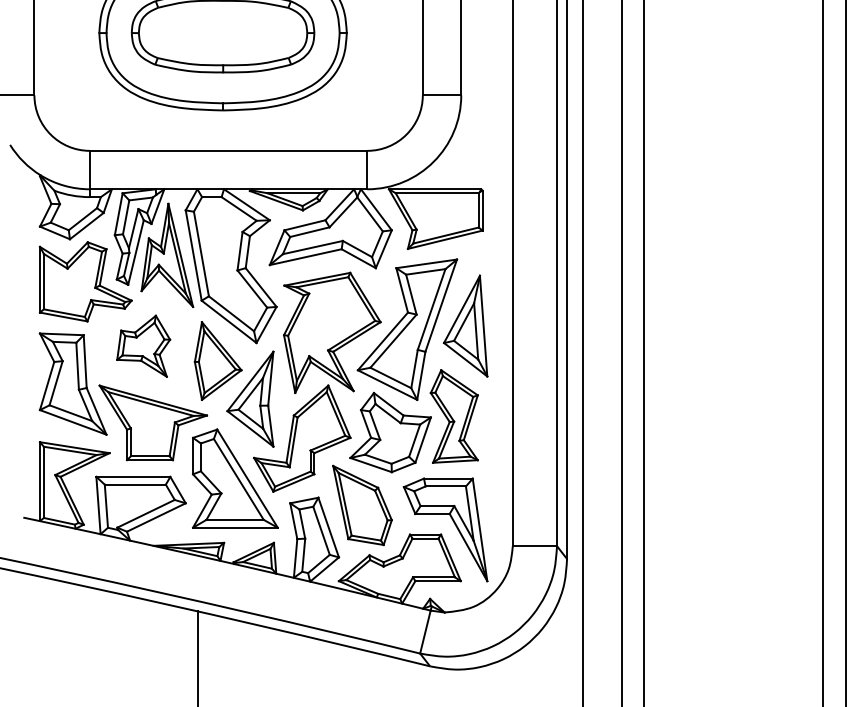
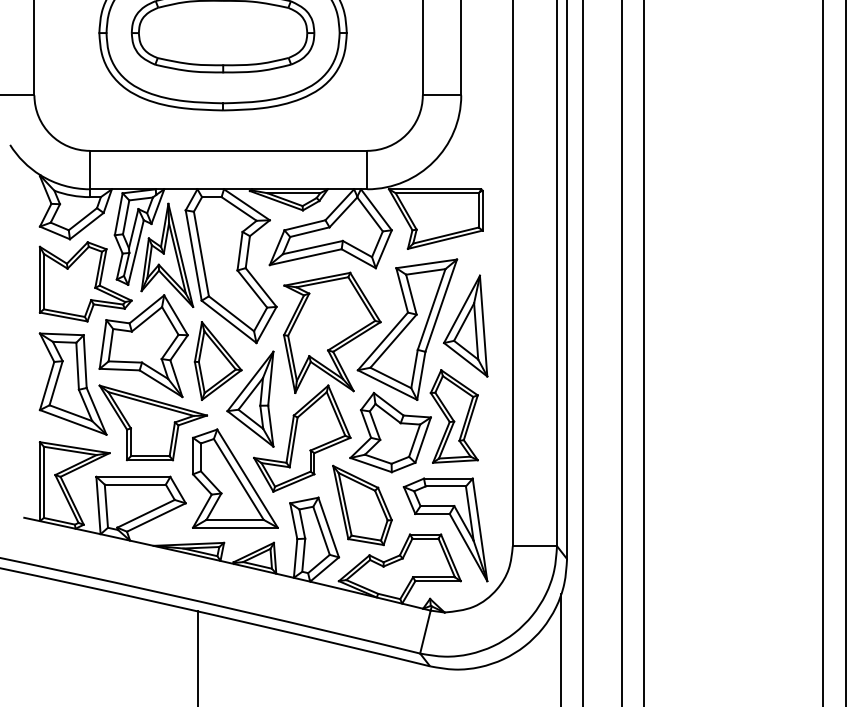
part at (143, 345) size: 56x64 px -> 91x105 px
line at (560, 648): none -> present
